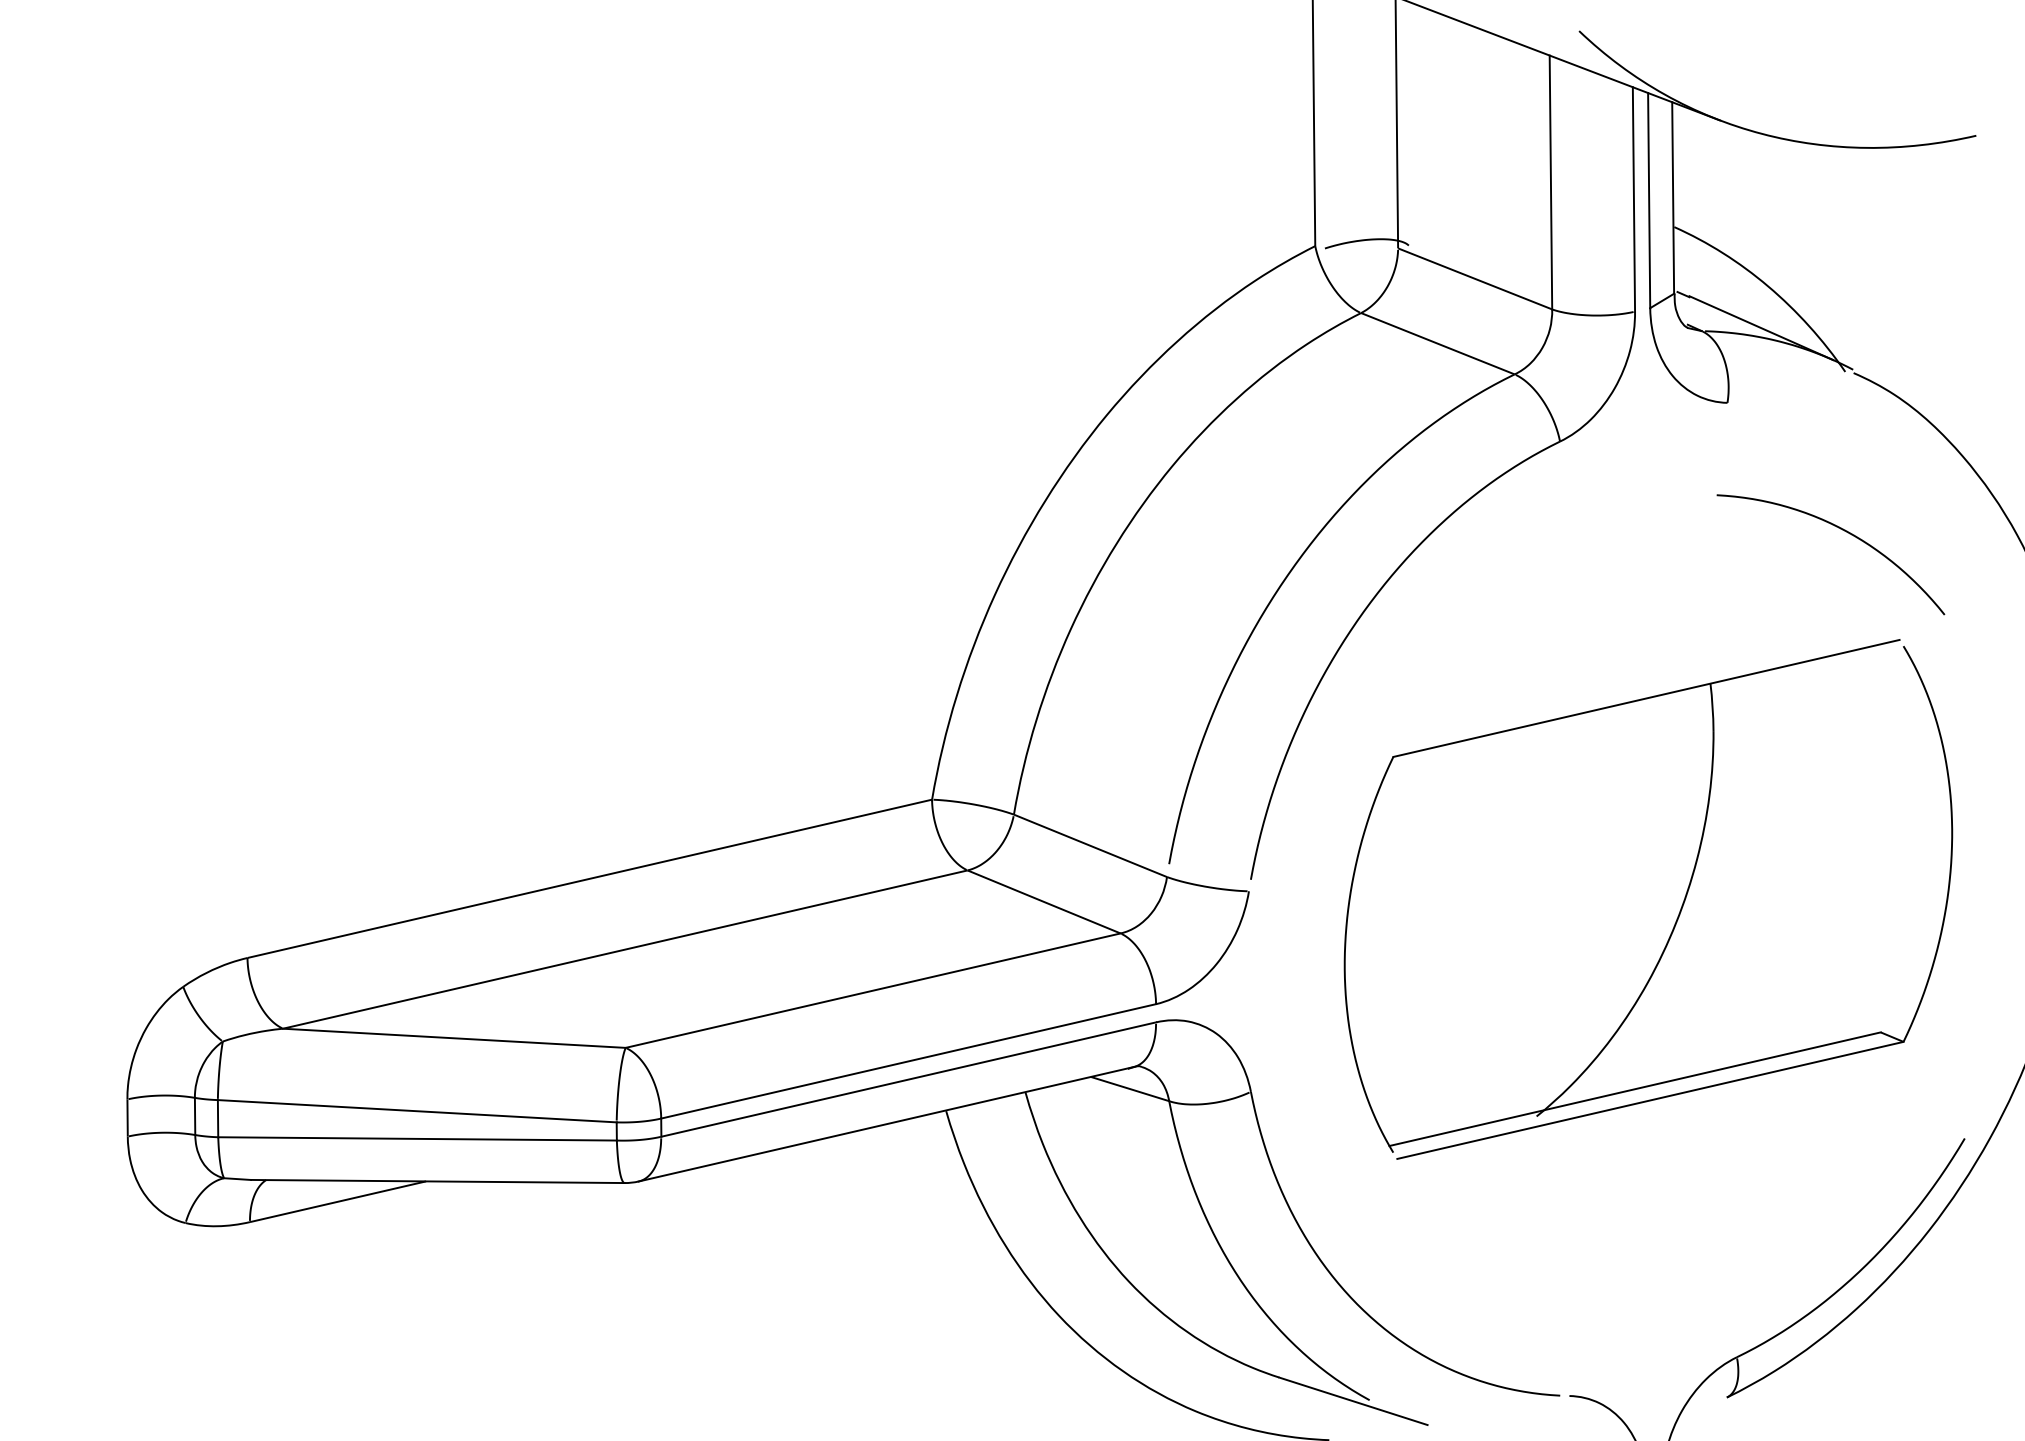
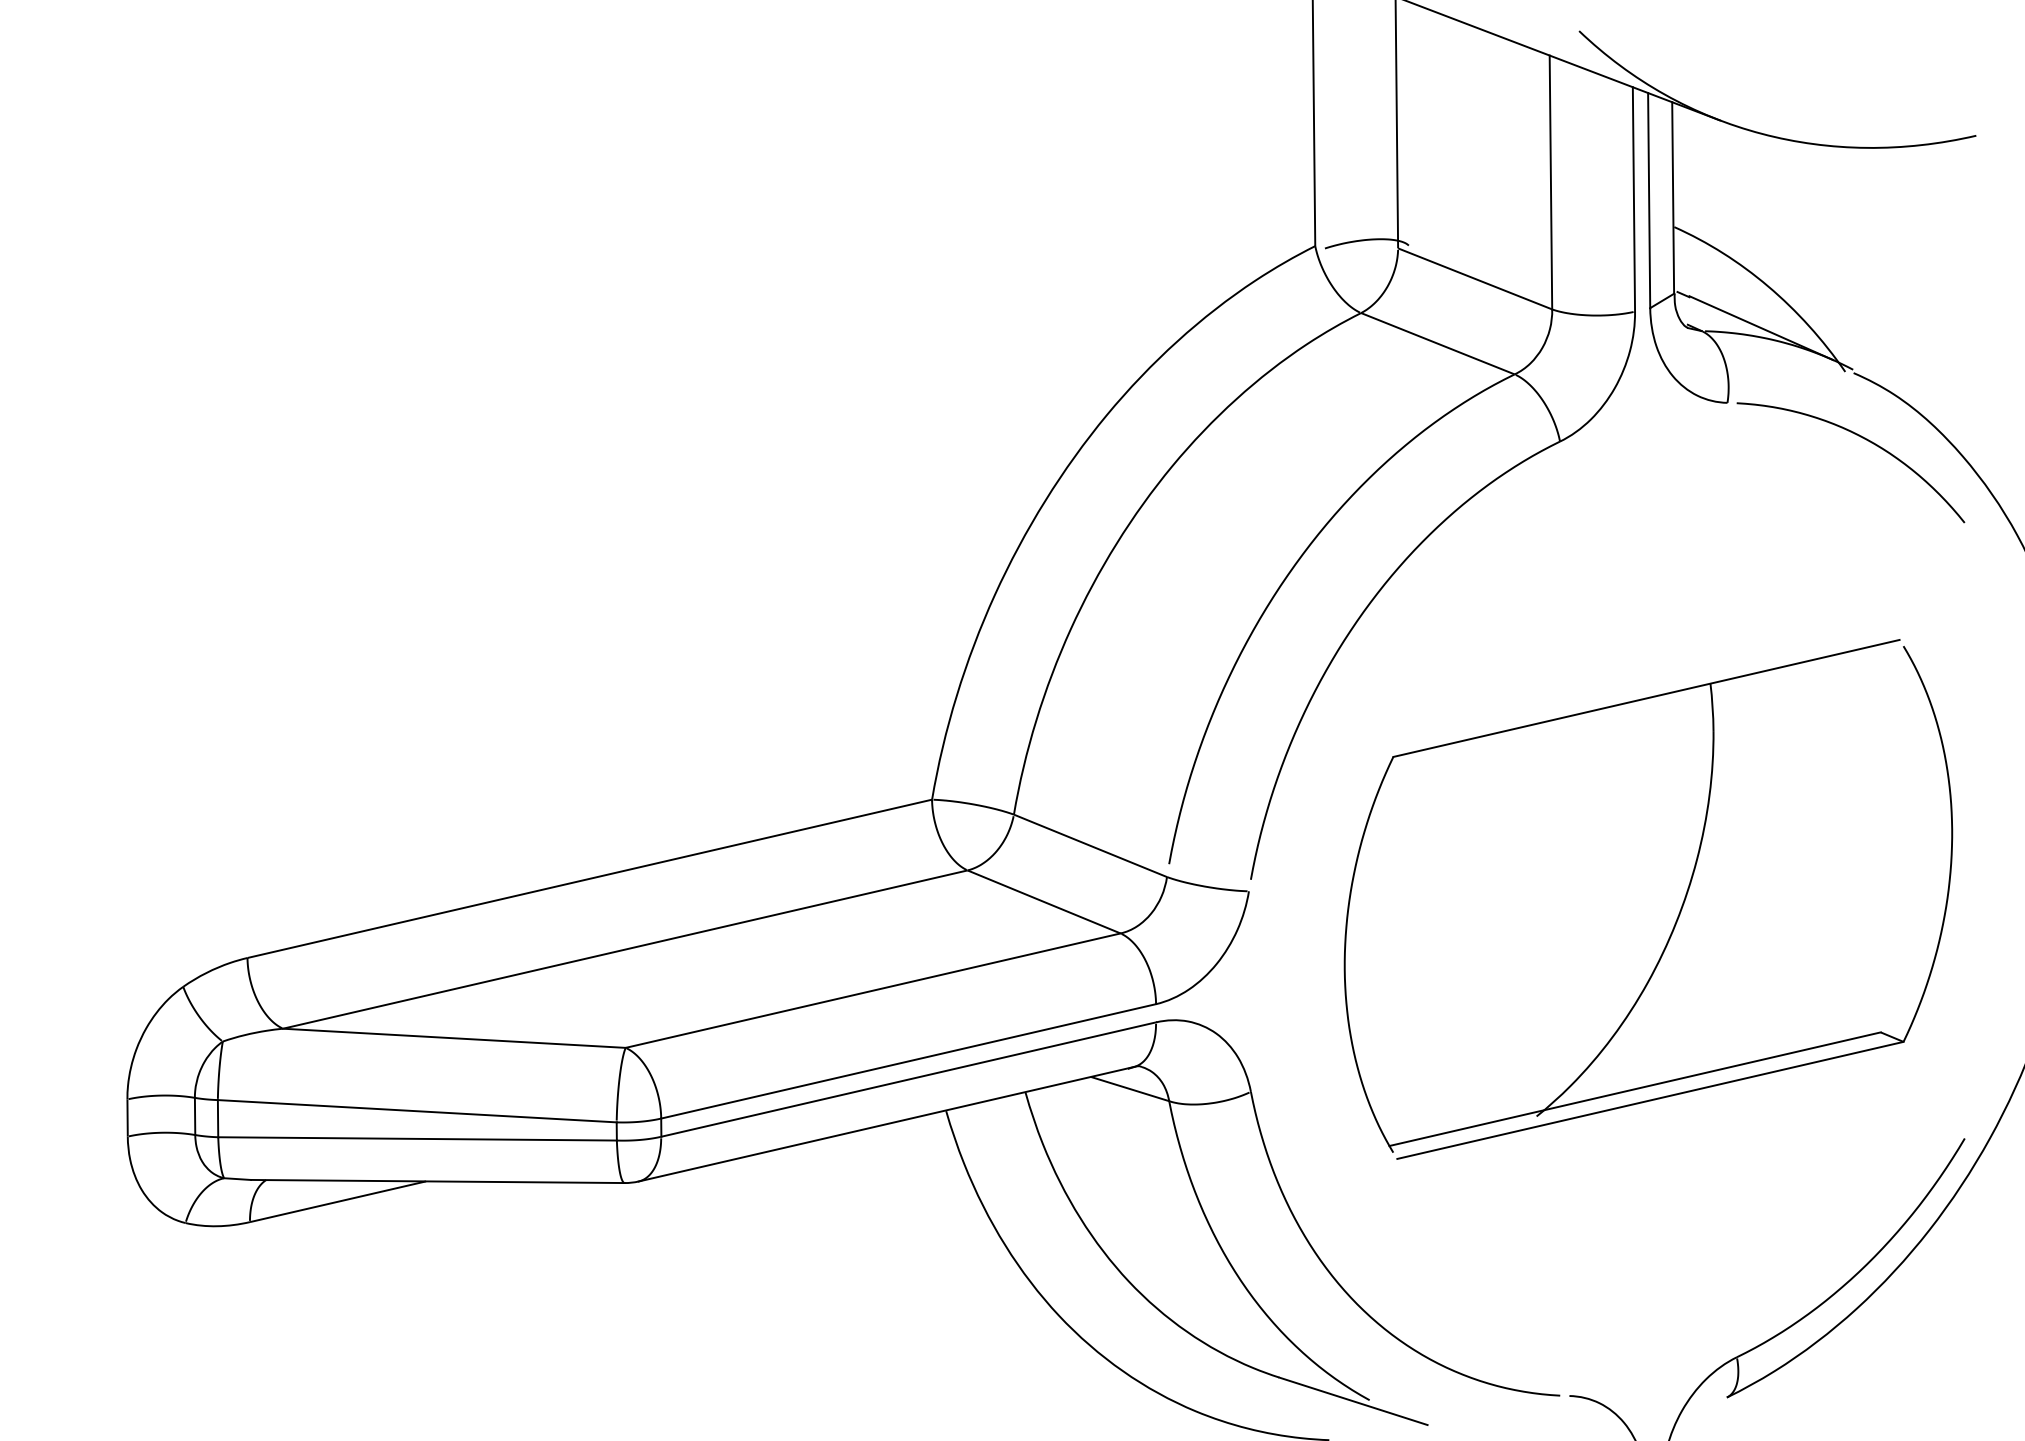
curve at (1842, 530) position: (1842, 530) -> (1862, 438)
